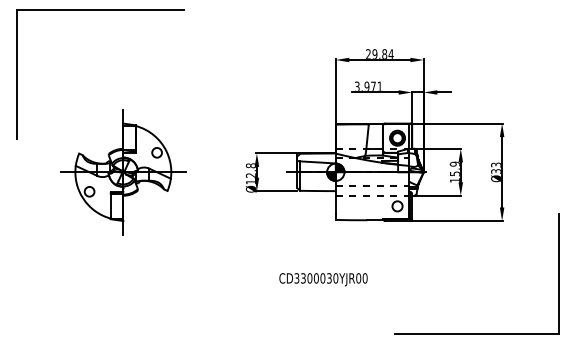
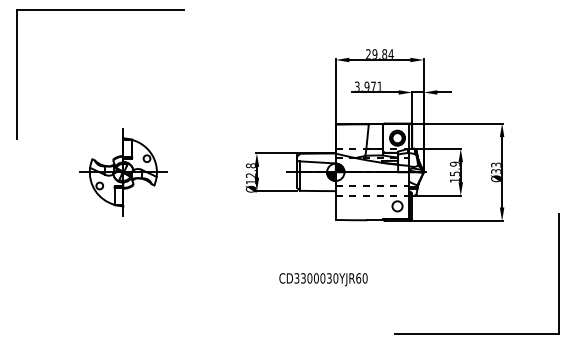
part at (123, 172) size: 127x127 px -> 89x89 px
text at (358, 277): CD3300030YJR00 -> CD3300030YJR60
